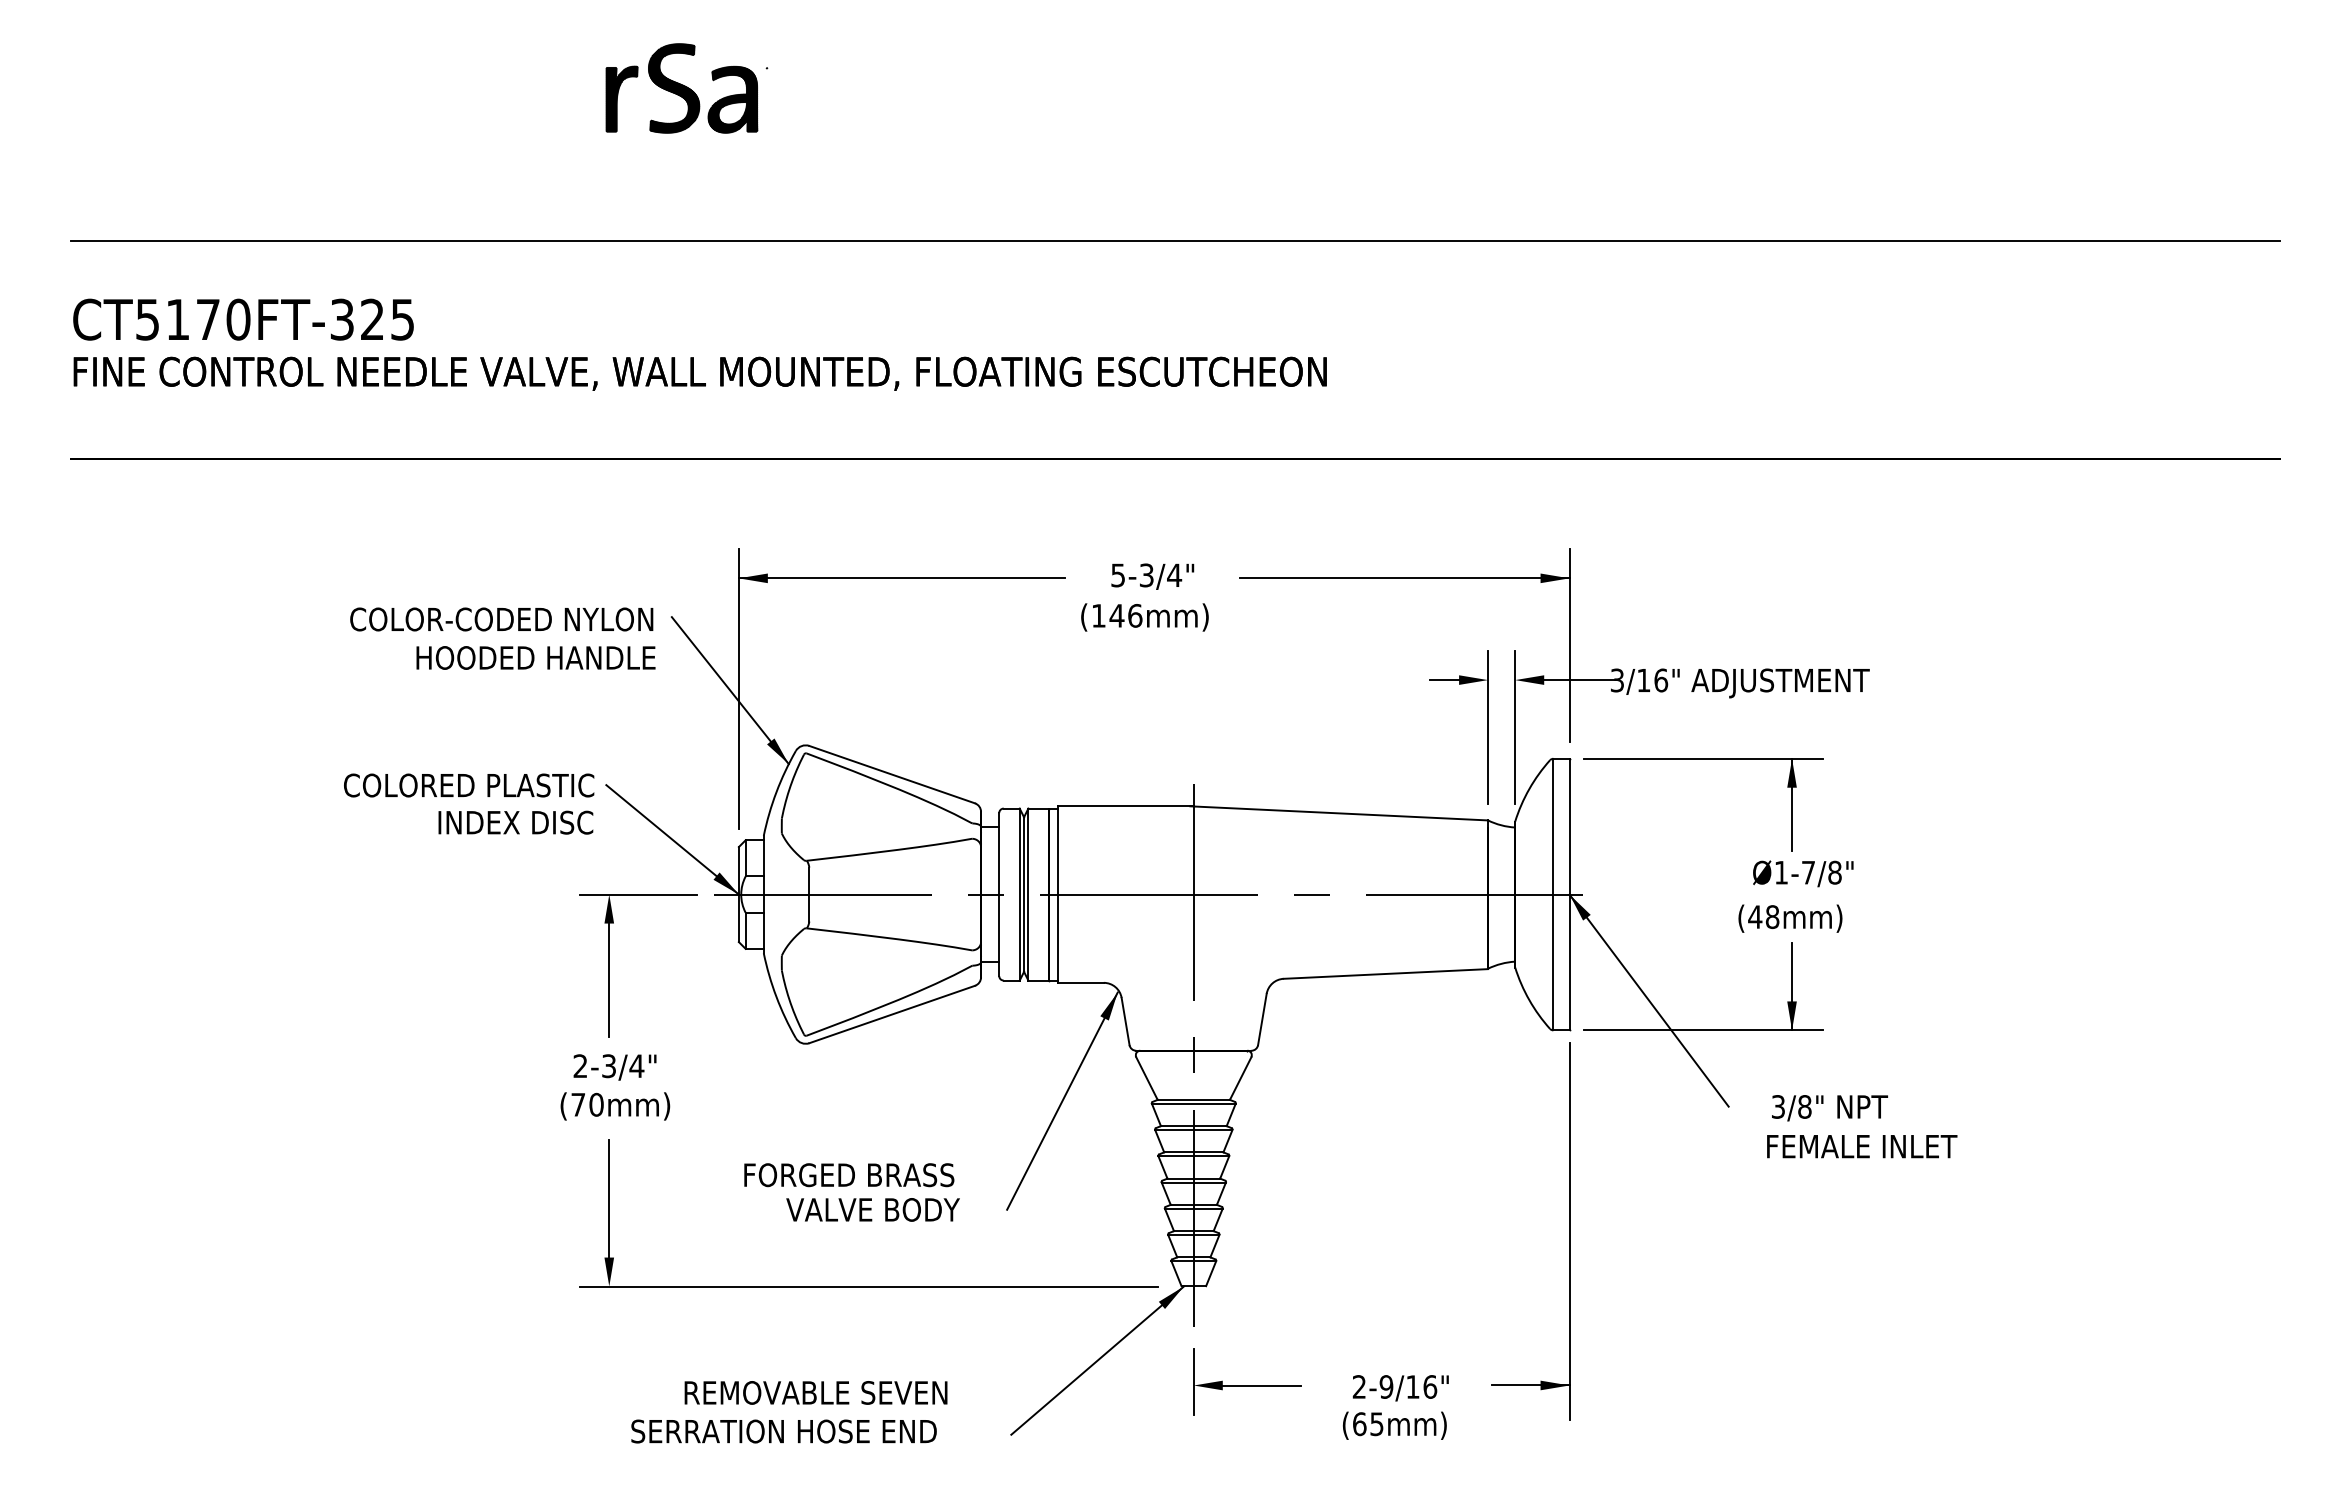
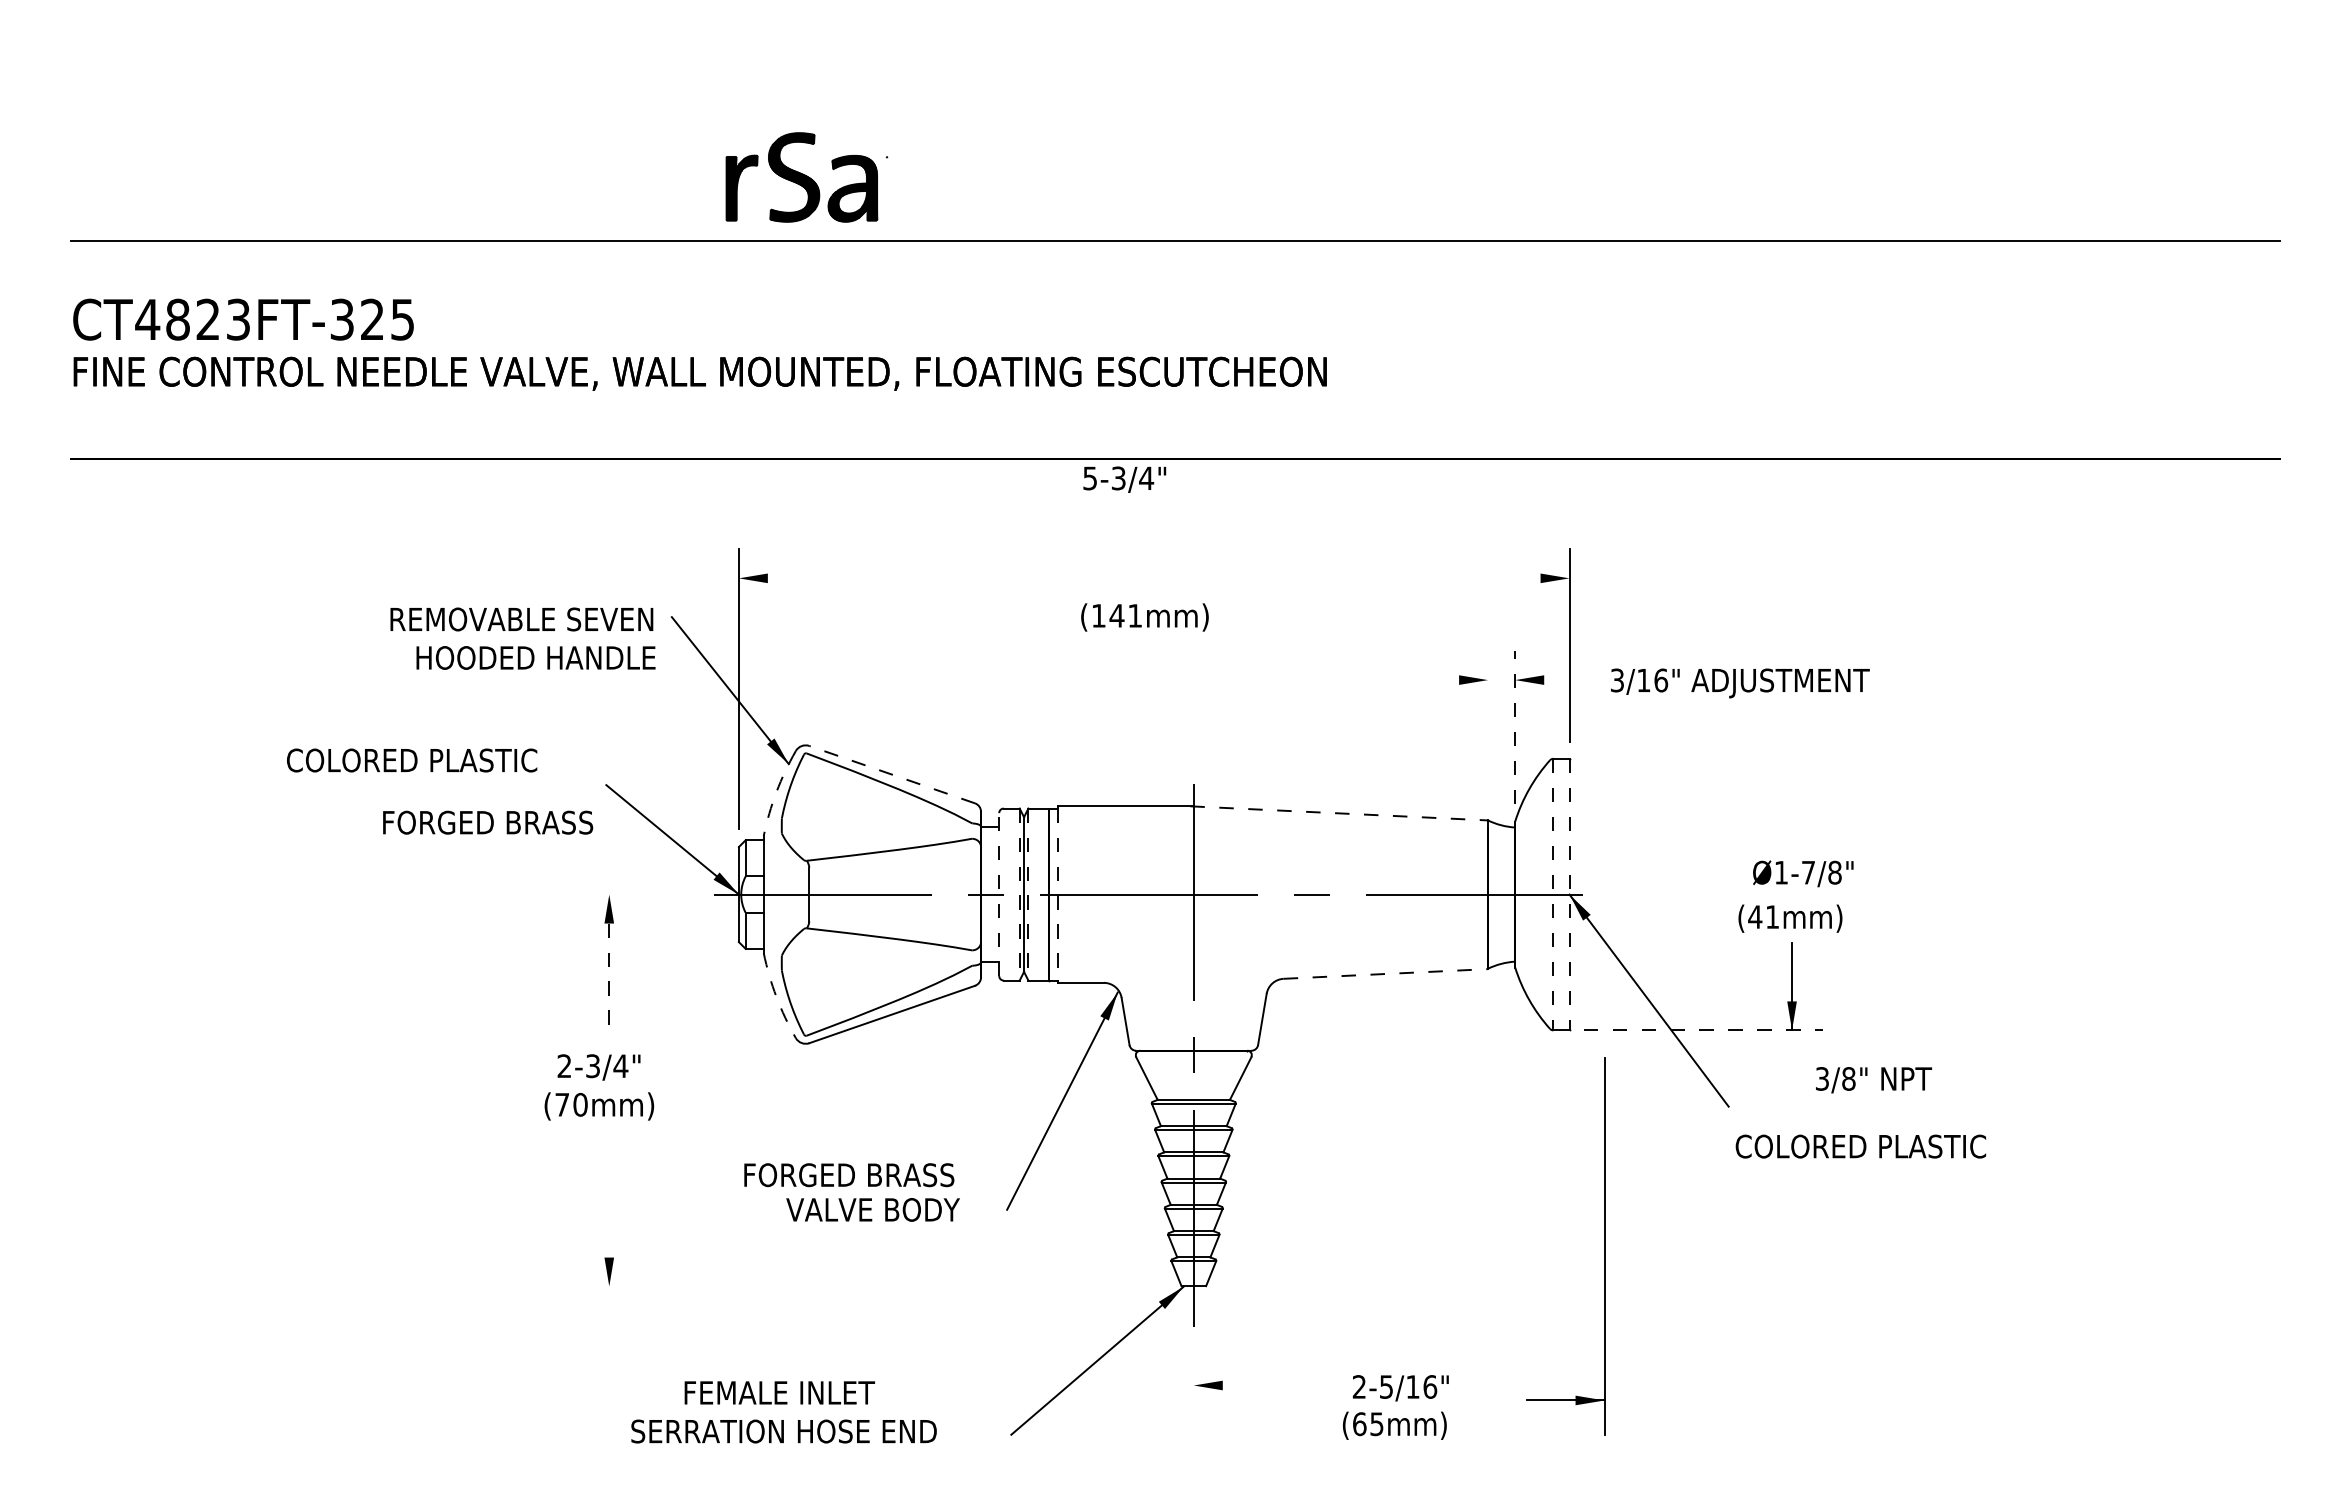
part at (686, 88) position: (686, 88) -> (806, 177)
text at (192, 319): CT5170FT-325 -> CT4823FT-325
text at (1152, 576) position: (1152, 576) -> (1124, 479)
line at (901, 578): present -> none
line at (1404, 578): present -> none
text at (1135, 615): (146mm) -> (141mm)
text at (491, 619): COLOR-CODED NYLON -> REMOVABLE SEVEN
line at (1444, 680): present -> none
line at (1579, 680): present -> none
line at (1488, 727): present -> none
line at (1515, 727): solid -> dashed
part at (1703, 759): present -> none
line at (892, 774): solid -> dashed
text at (469, 785) position: (469, 785) -> (412, 760)
arc at (776, 792): solid -> dashed
line at (1339, 813): solid -> dashed
text at (488, 822): INDEX DISC -> FORGED BRASS
line at (638, 894): present -> none
line at (999, 894): solid -> dashed
line at (1553, 894): solid -> dashed
line at (1569, 894): solid -> dashed
line at (1019, 895): solid -> dashed
line at (1028, 895): solid -> dashed
line at (1058, 895): solid -> dashed
text at (1772, 917): (48mm) -> (41mm)
line at (1386, 973): solid -> dashed
line at (609, 980): solid -> dashed
arc at (776, 996): solid -> dashed
line at (1703, 1030): solid -> dashed
text at (615, 1087) position: (615, 1087) -> (599, 1087)
text at (1829, 1108) position: (1829, 1108) -> (1873, 1080)
text at (1860, 1146): FEMALE INLET -> COLORED PLASTIC
line at (609, 1198): present -> none
part at (1569, 1231) position: (1569, 1231) -> (1604, 1246)
line at (868, 1286): present -> none
line at (1193, 1382): present -> none
line at (1261, 1385): present -> none
text at (1386, 1386): 2-9/16" -> 2-5/16"
text at (817, 1392): REMOVABLE SEVEN -> FEMALE INLET
